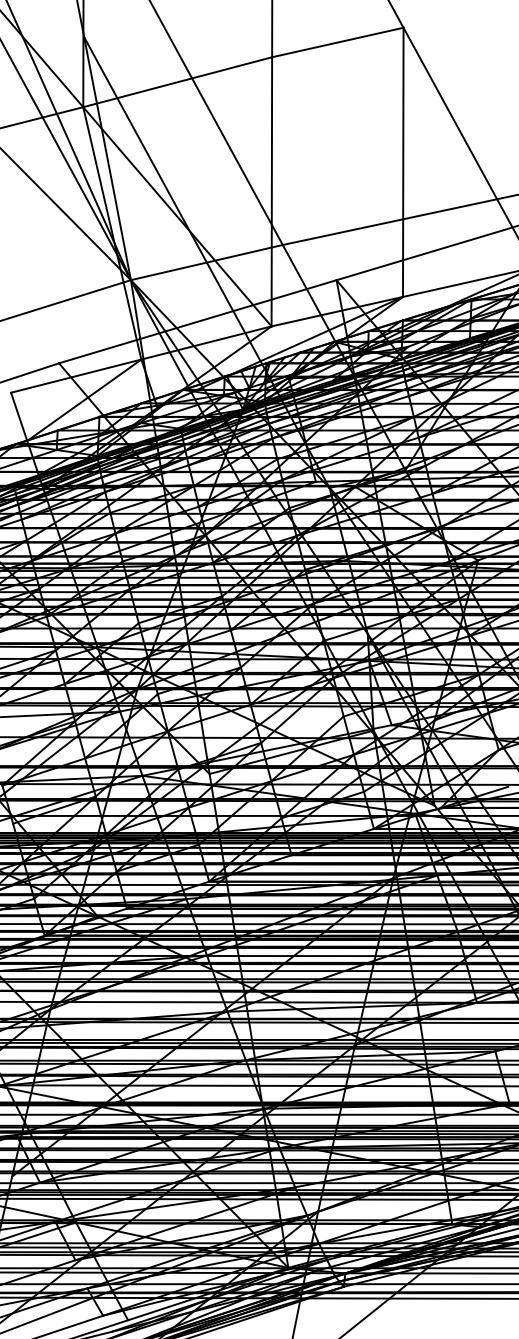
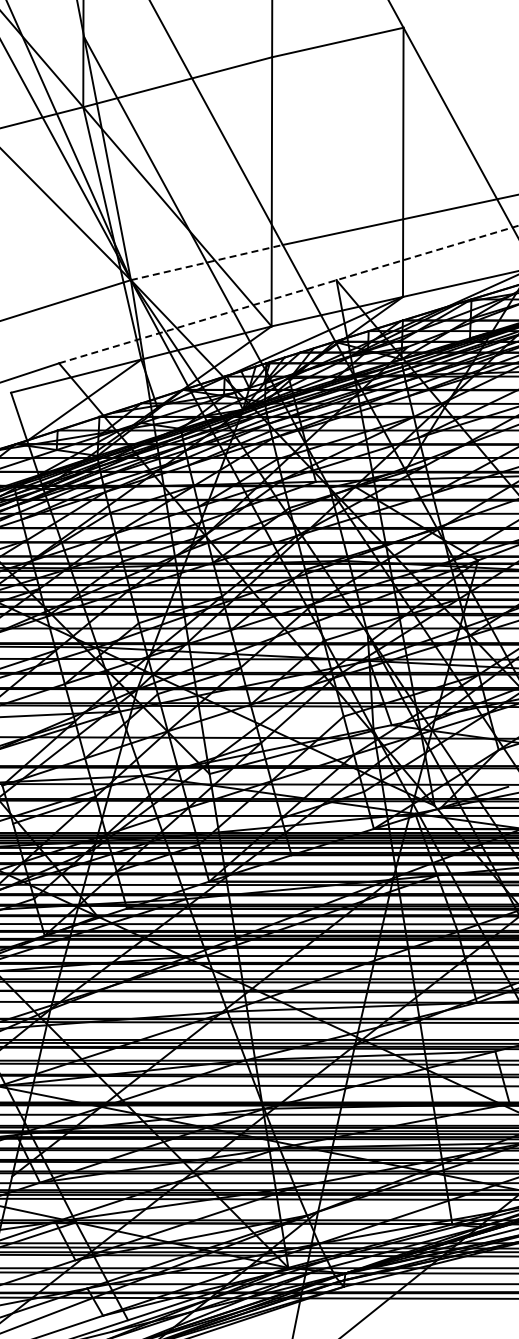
line at (206, 262): solid -> dashed
line at (288, 294): solid -> dashed
